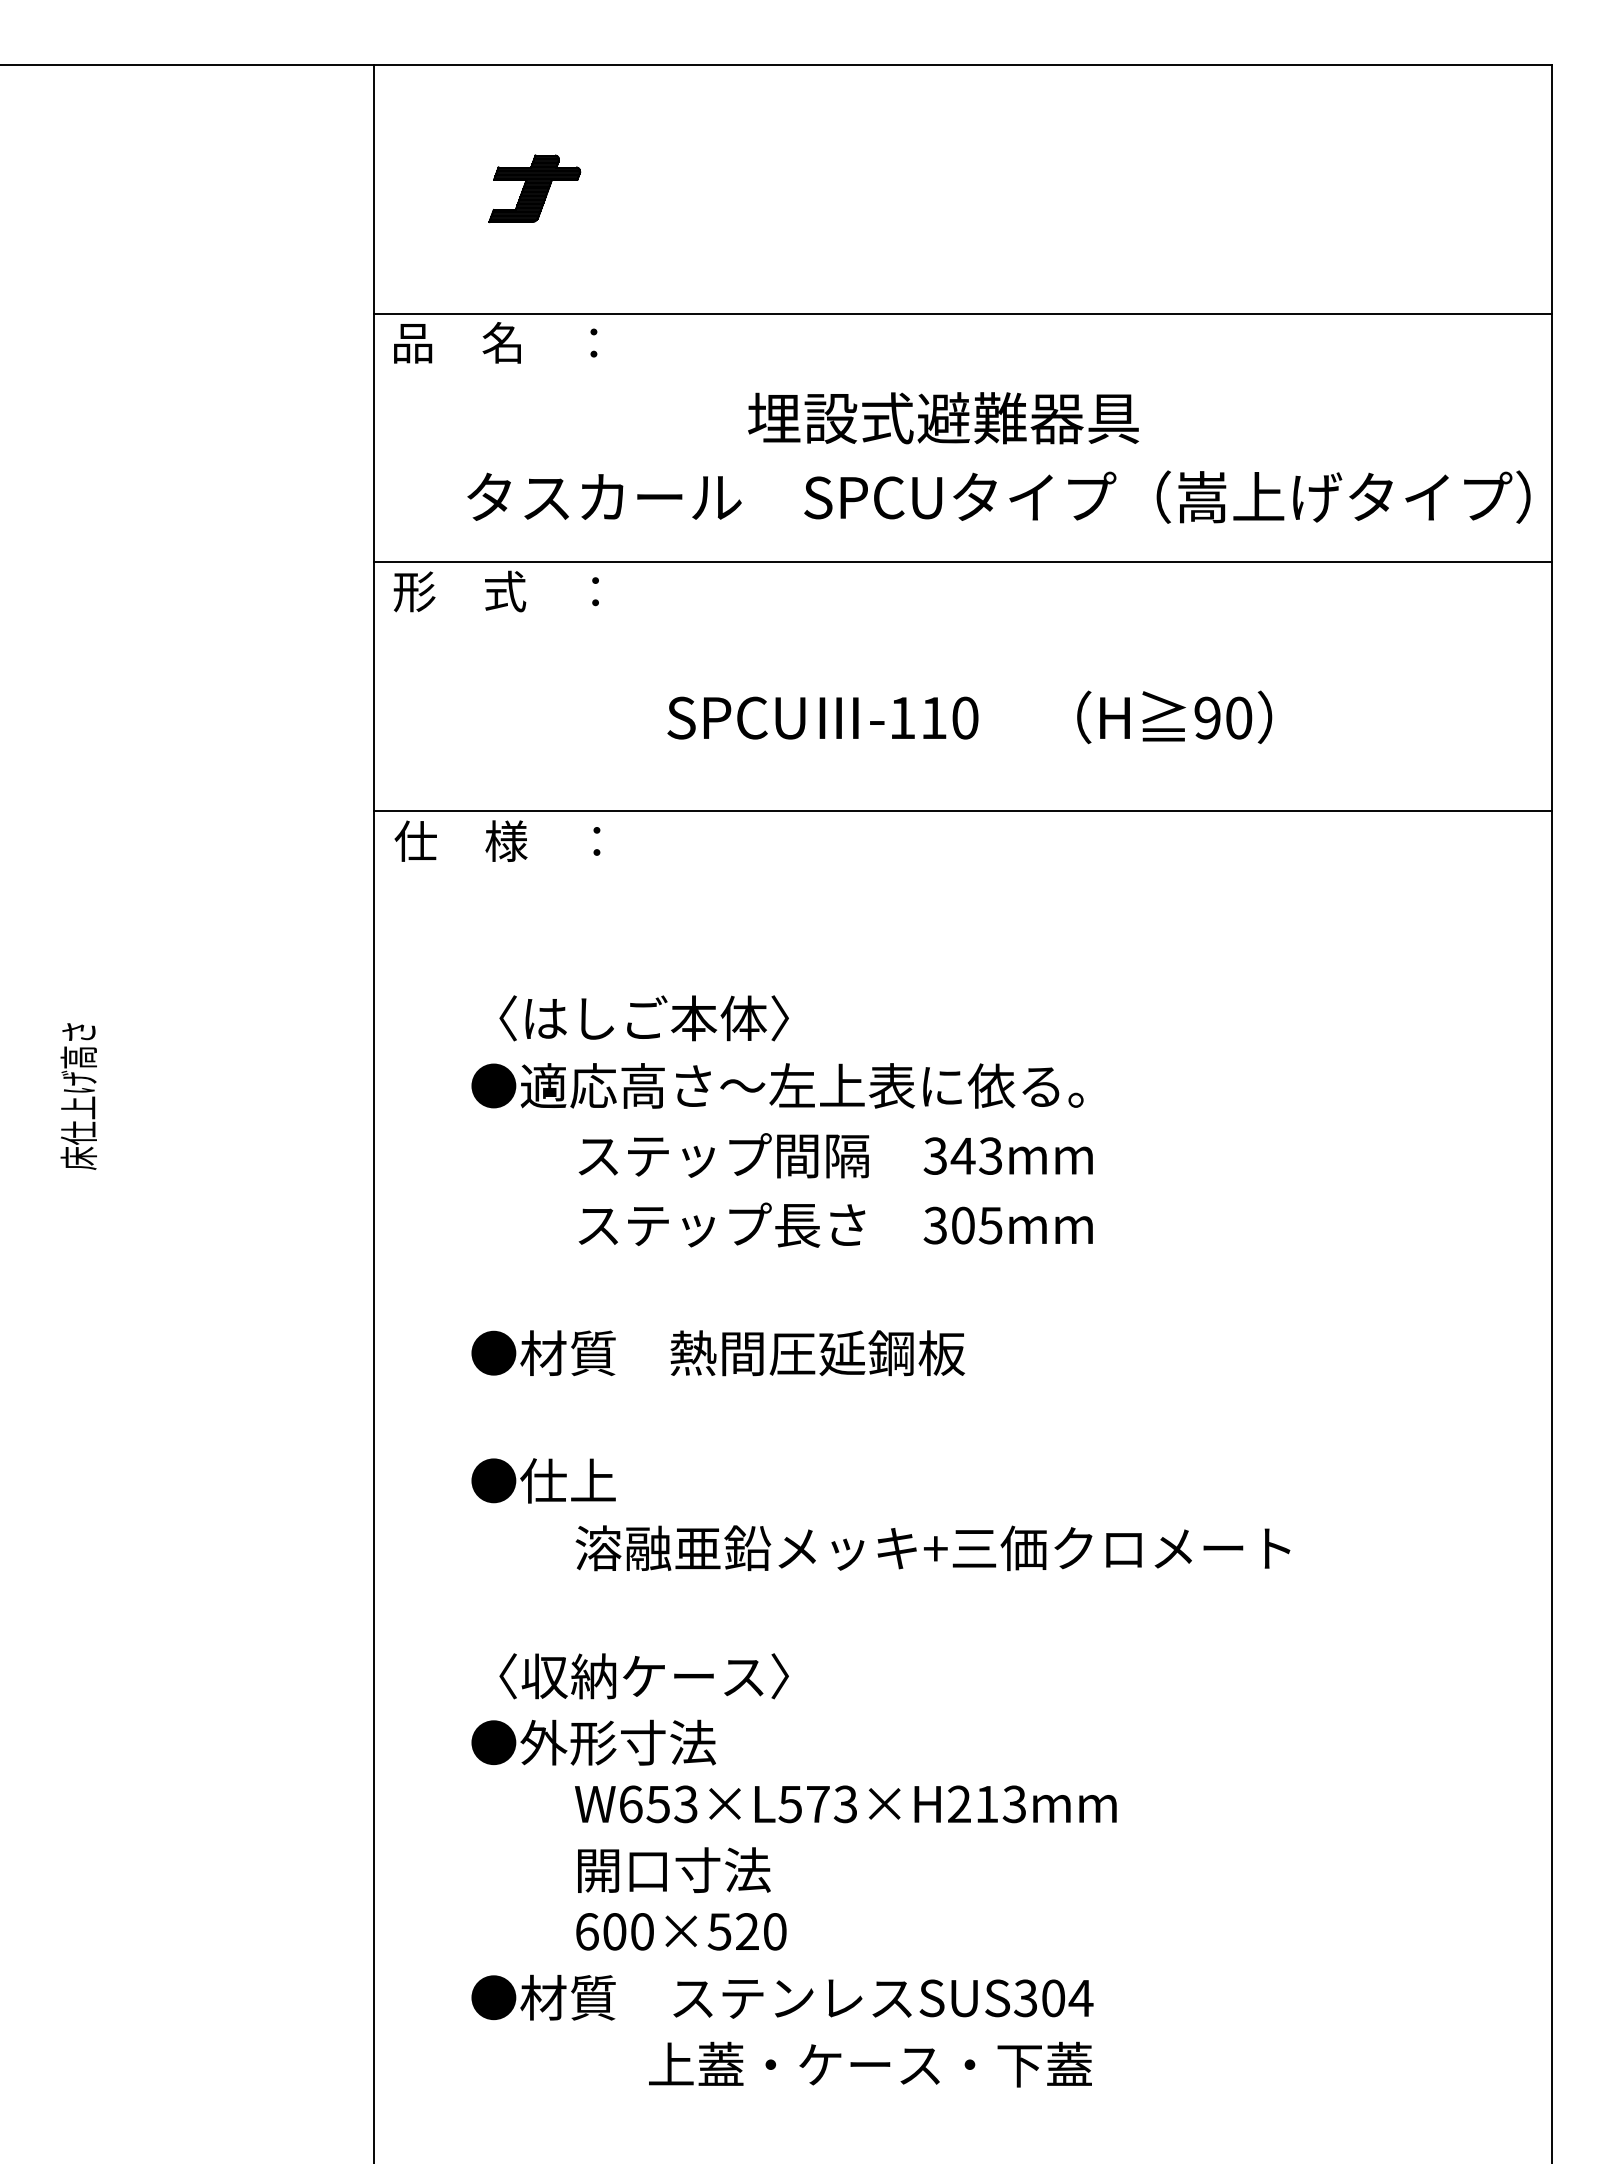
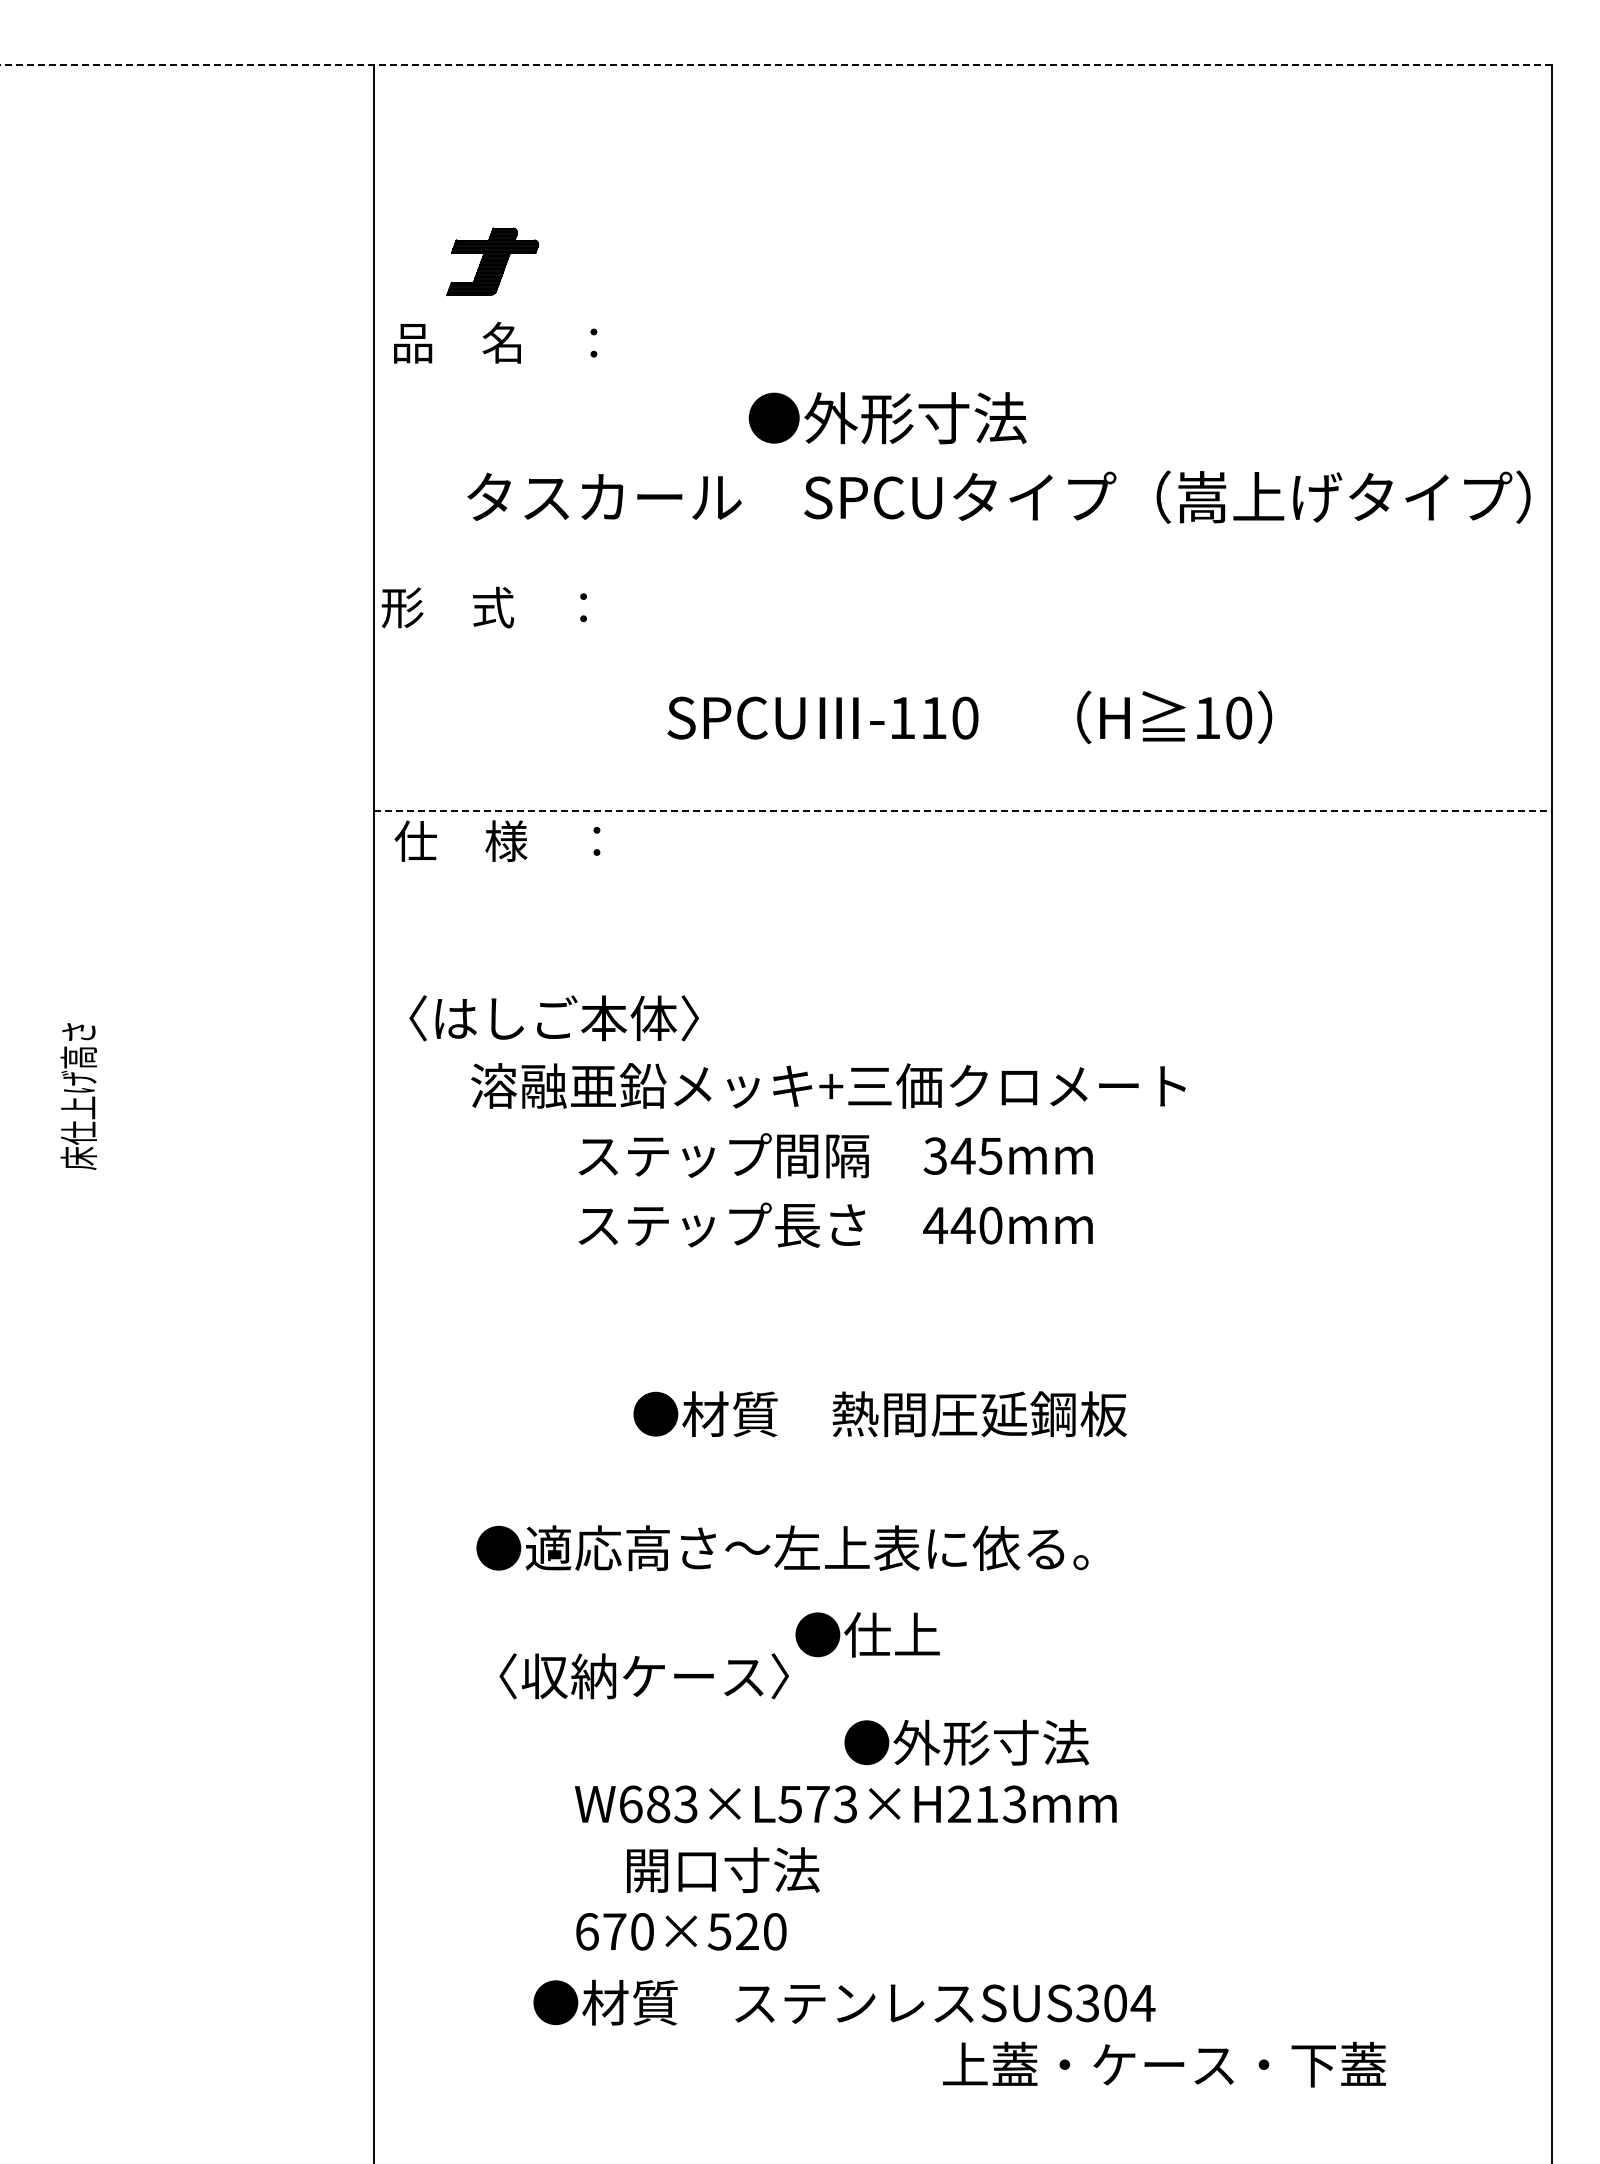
line at (775, 64): solid -> dashed
part at (534, 188) position: (534, 188) -> (492, 261)
line at (962, 313): present -> none
text at (943, 418): 埋設式避難器具 -> ●外形寸法
line at (962, 562): present -> none
text at (495, 591) position: (495, 591) -> (483, 607)
text at (1207, 717): 90 -> 10
line at (962, 811): solid -> dashed
text at (643, 1018) position: (643, 1018) -> (553, 1018)
text at (828, 1085): ●適応高さ～左上表に依る。 -> 溶融亜鉛メッキ+三価クロメート
text at (990, 1155): 343mm -> 345mm
text at (962, 1225): 305mm -> 440mm
text at (718, 1353) position: (718, 1353) -> (880, 1414)
text at (543, 1480) position: (543, 1480) -> (867, 1634)
text at (883, 1548): 溶融亜鉛メッキ+三価クロメート -> ●適応高さ～左上表に依る。
text at (593, 1742) position: (593, 1742) -> (966, 1742)
text at (658, 1804): W653×L573×H213mm -> W683×L573×H213mm
text at (674, 1869) position: (674, 1869) -> (723, 1869)
text at (614, 1931): 600×520 -> 670×520
text at (782, 1997) position: (782, 1997) -> (844, 2002)
text at (870, 2064) position: (870, 2064) -> (1164, 2064)
